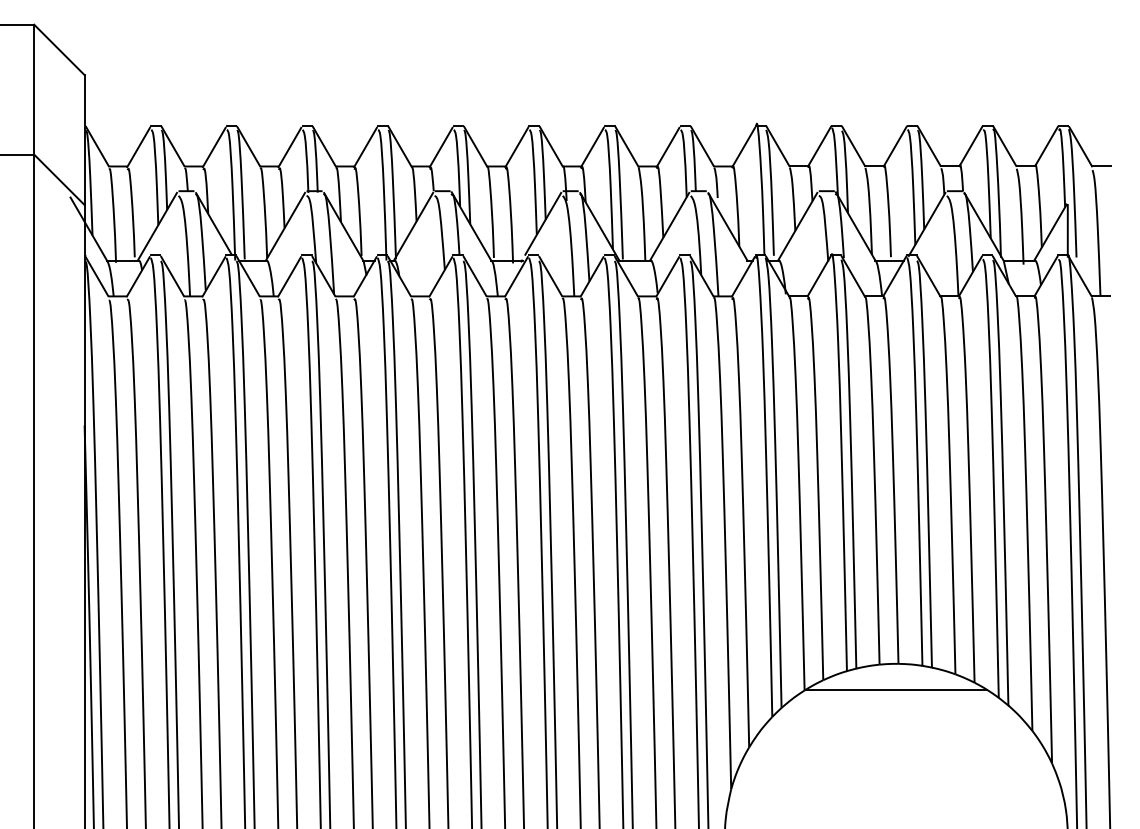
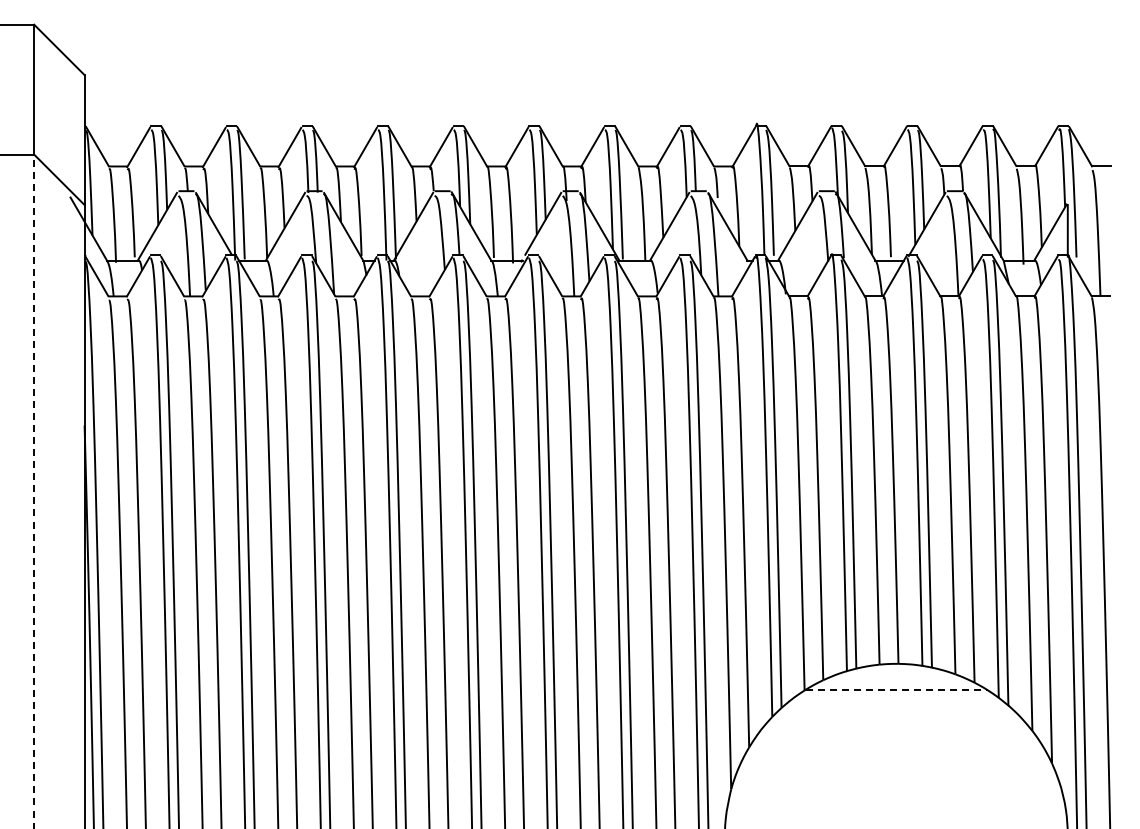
line at (34, 491): solid -> dashed
line at (896, 689): solid -> dashed
